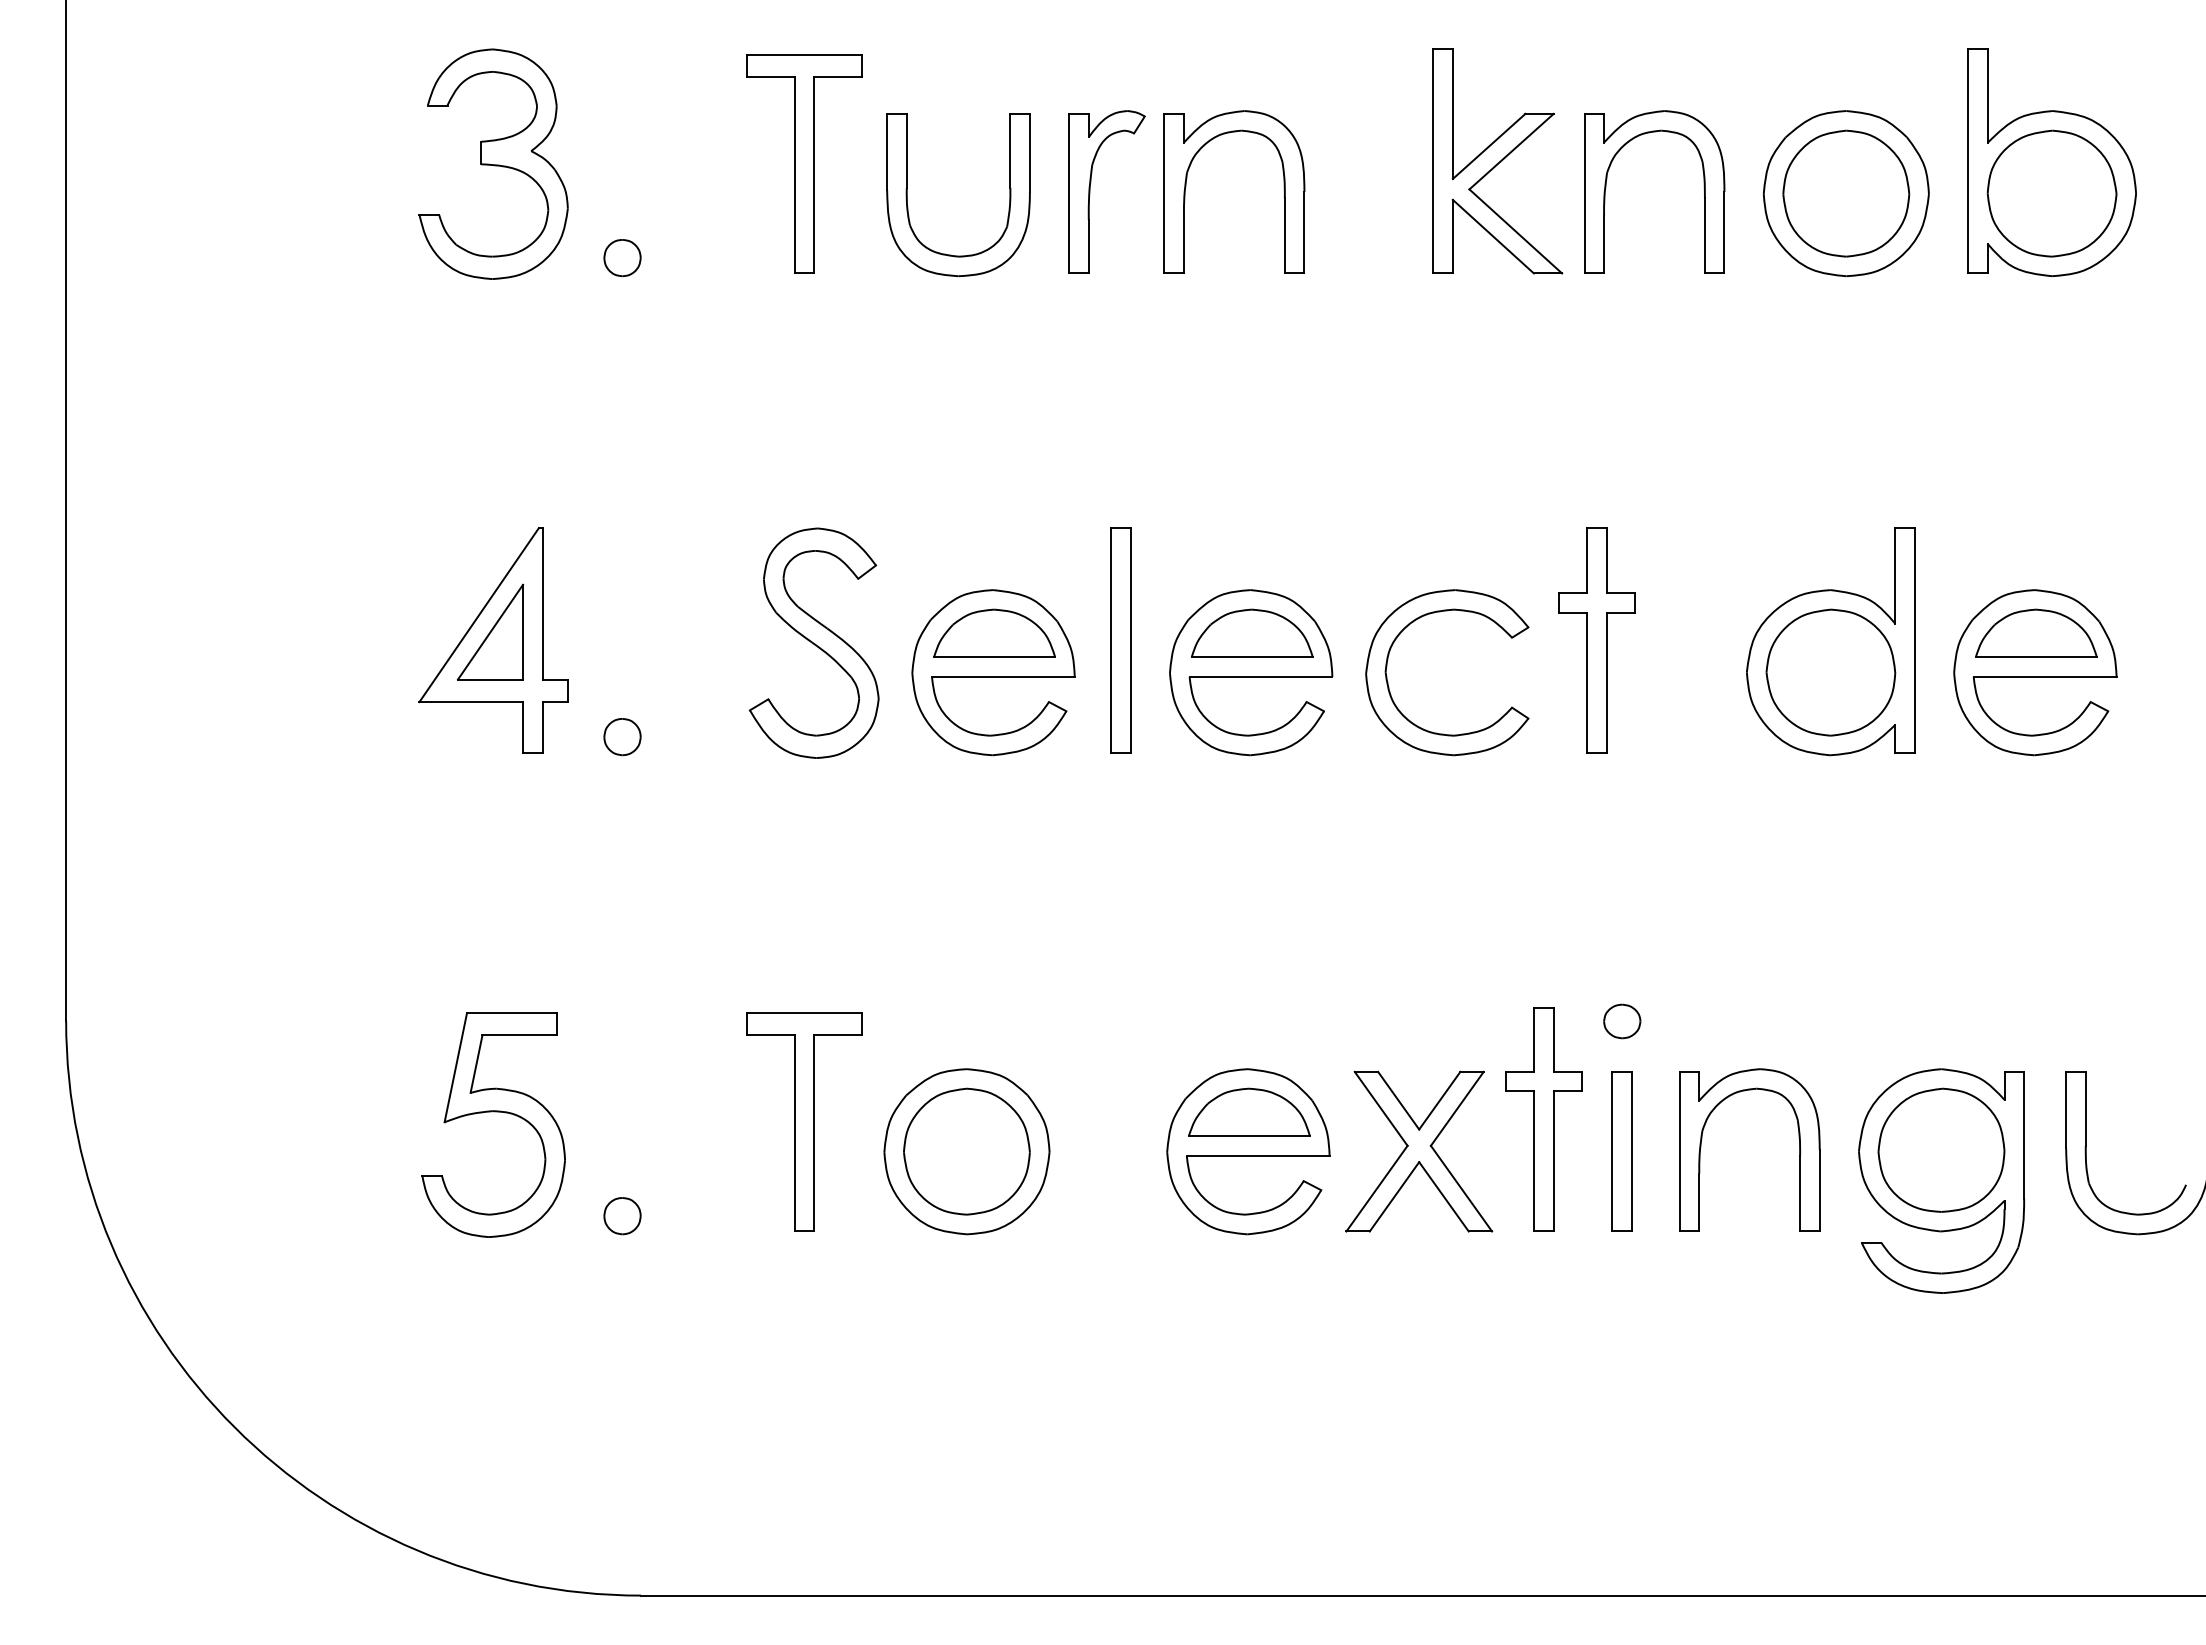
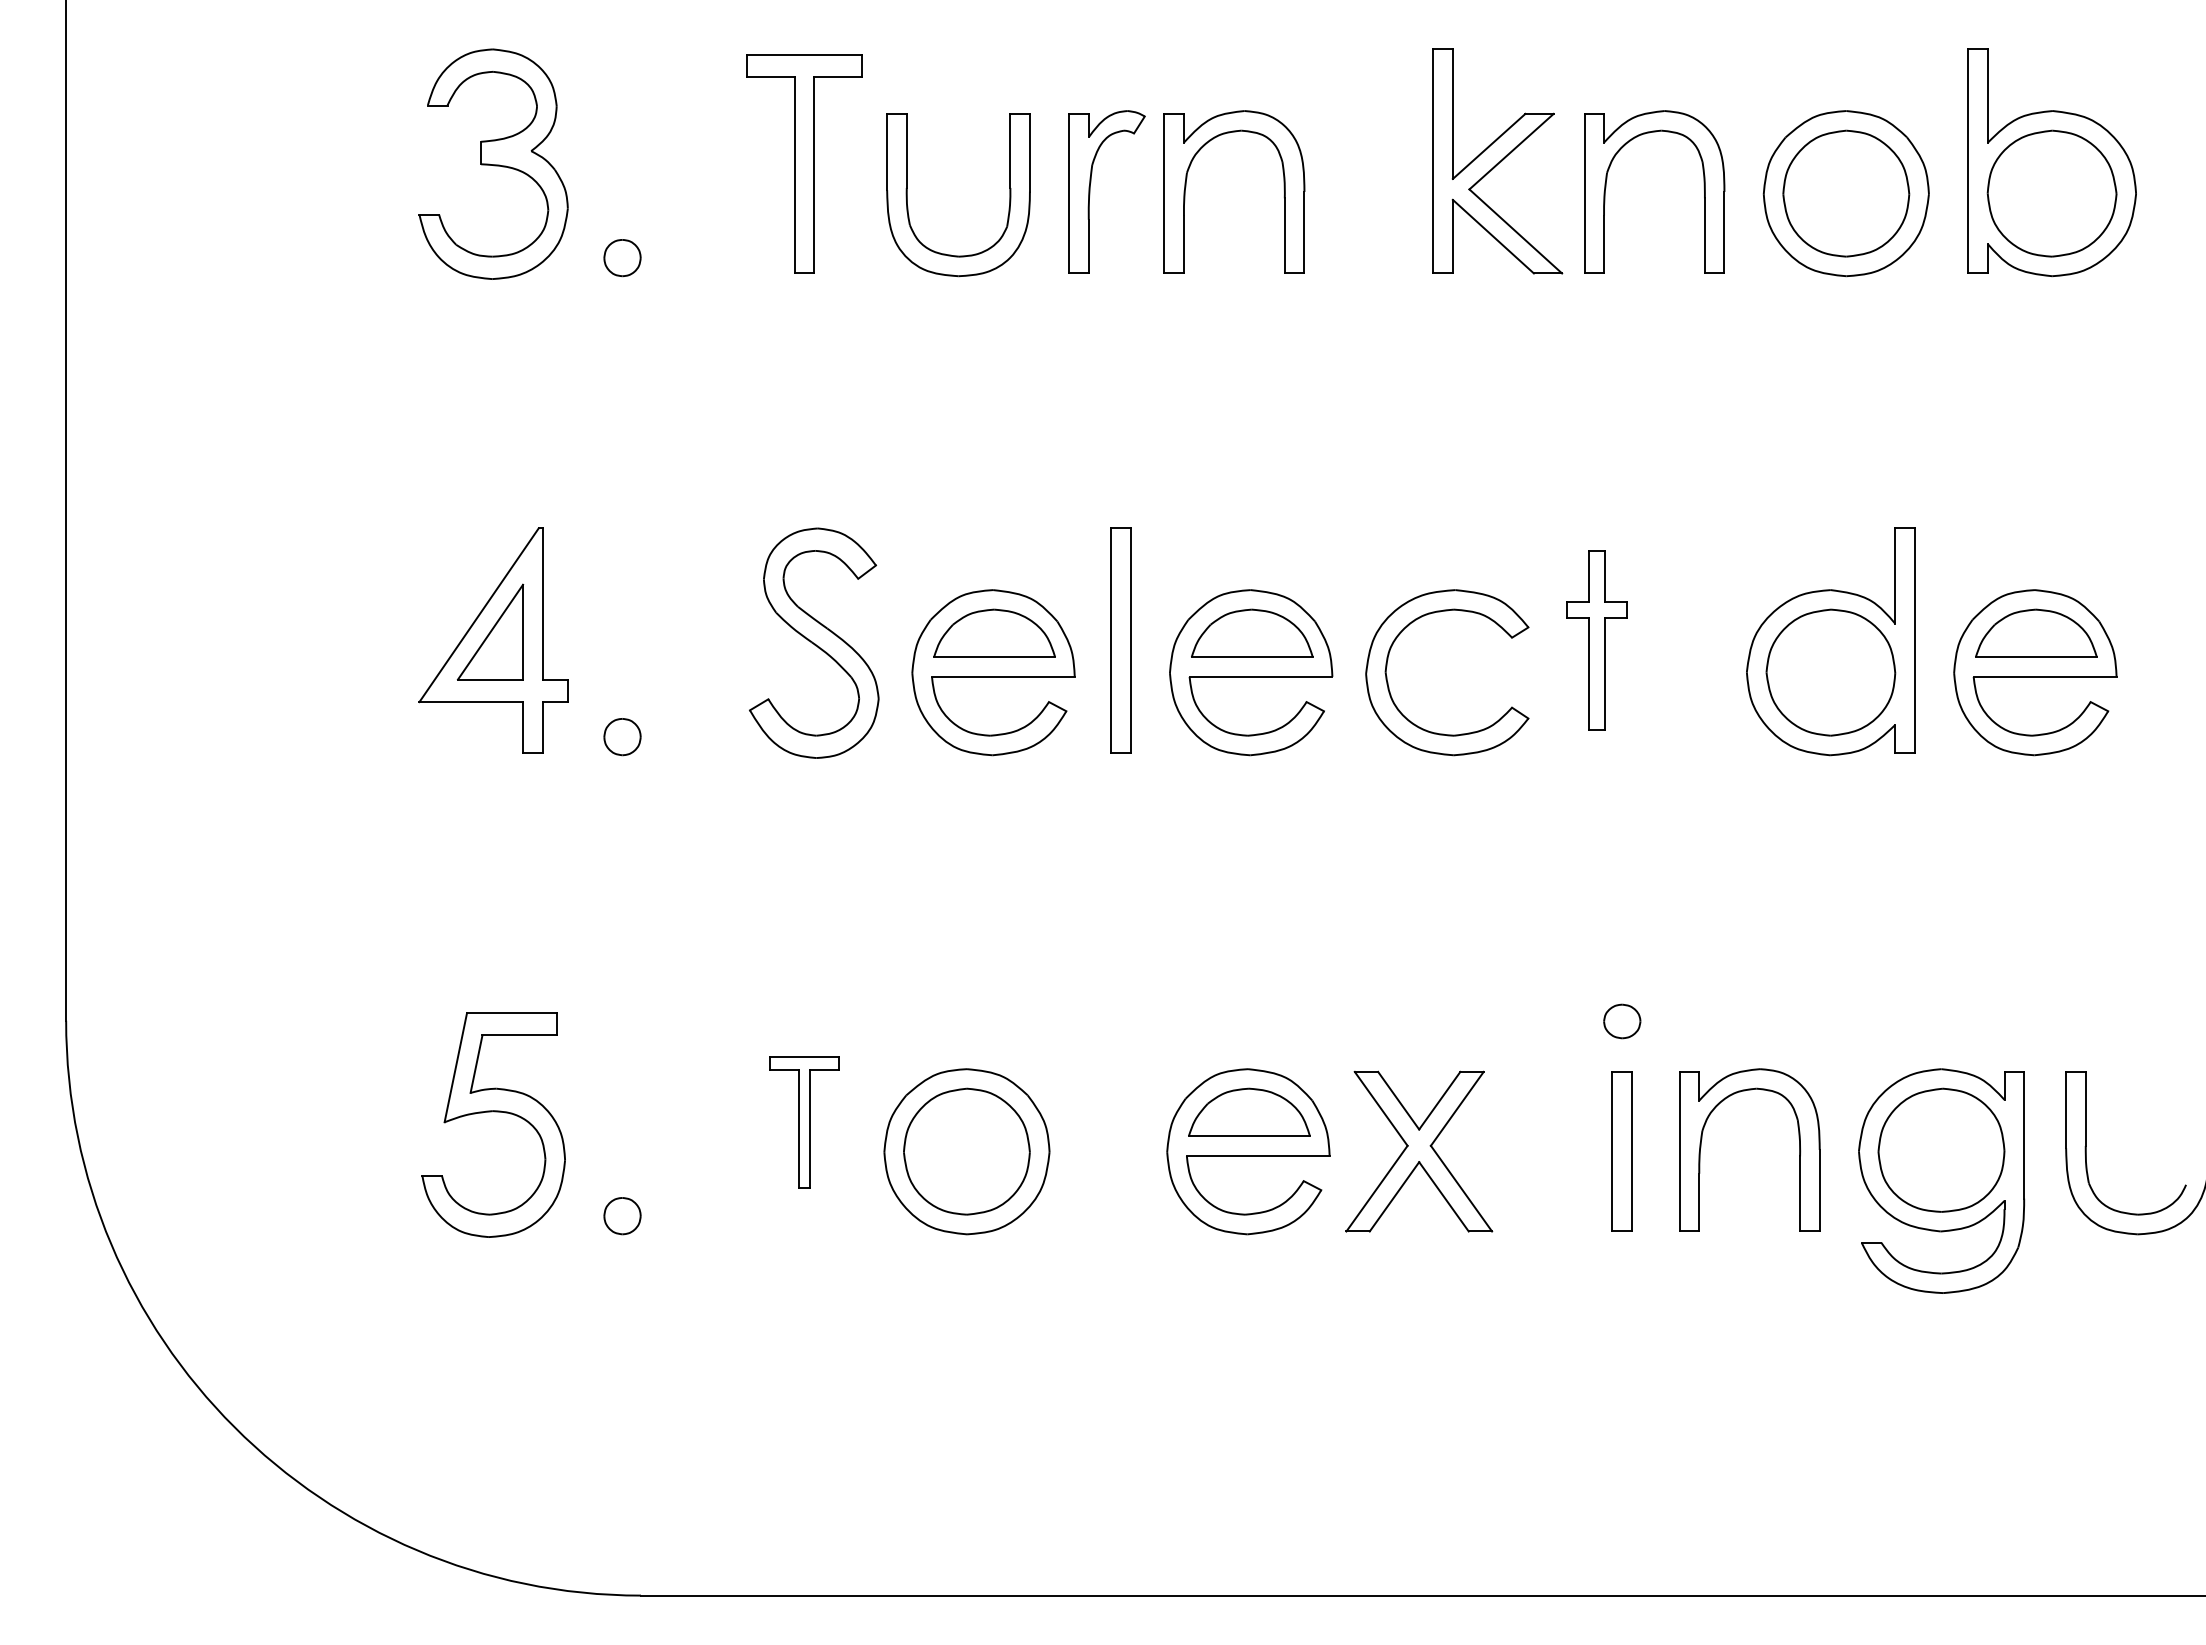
part at (1596, 640) size: 78x227 px -> 62x181 px
part at (1543, 1119): present -> none
part at (804, 1121) size: 117x220 px -> 71x133 px
